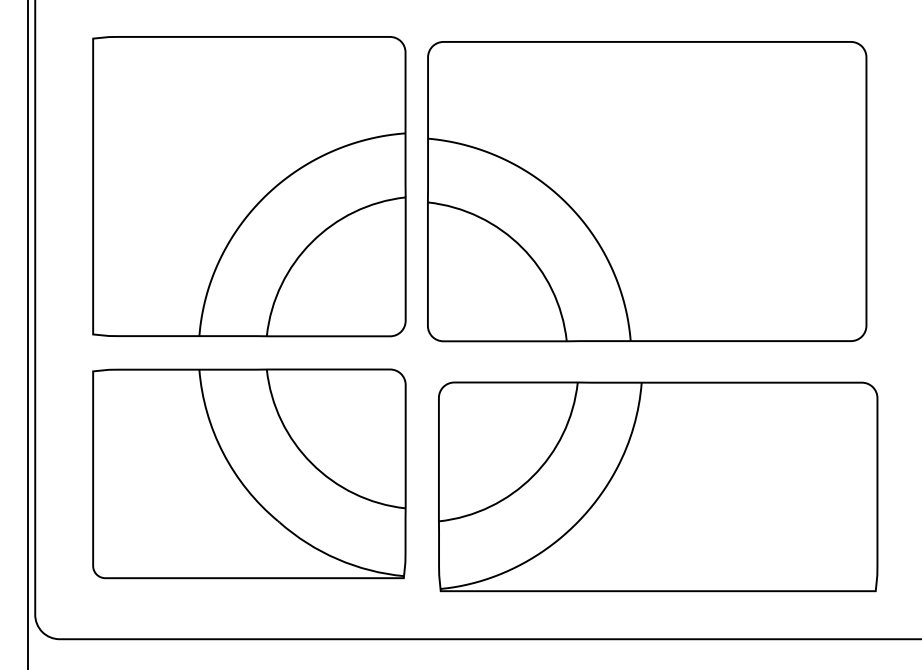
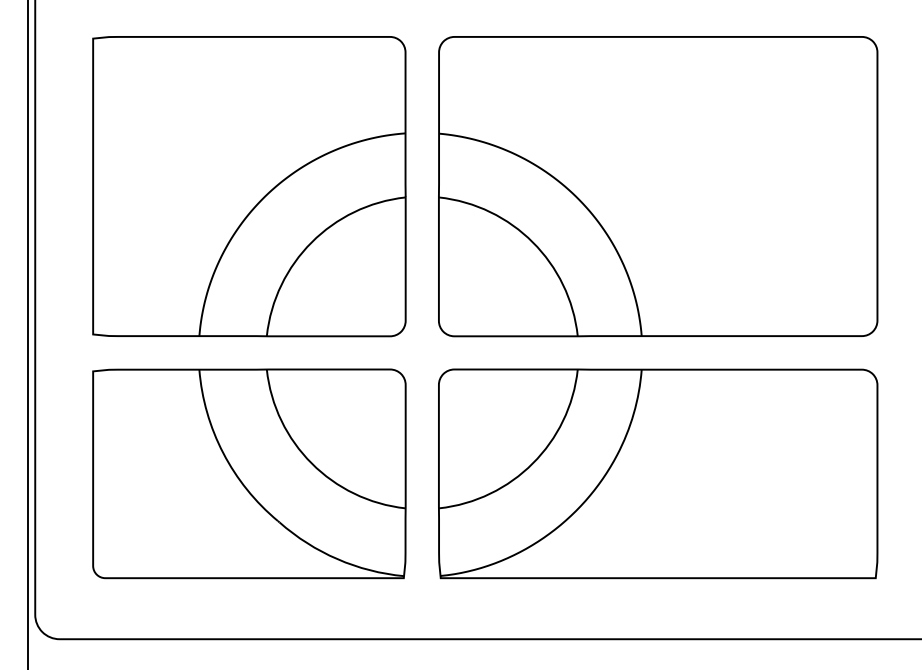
part at (647, 191) position: (647, 191) -> (658, 186)
part at (658, 486) position: (658, 486) -> (658, 473)
